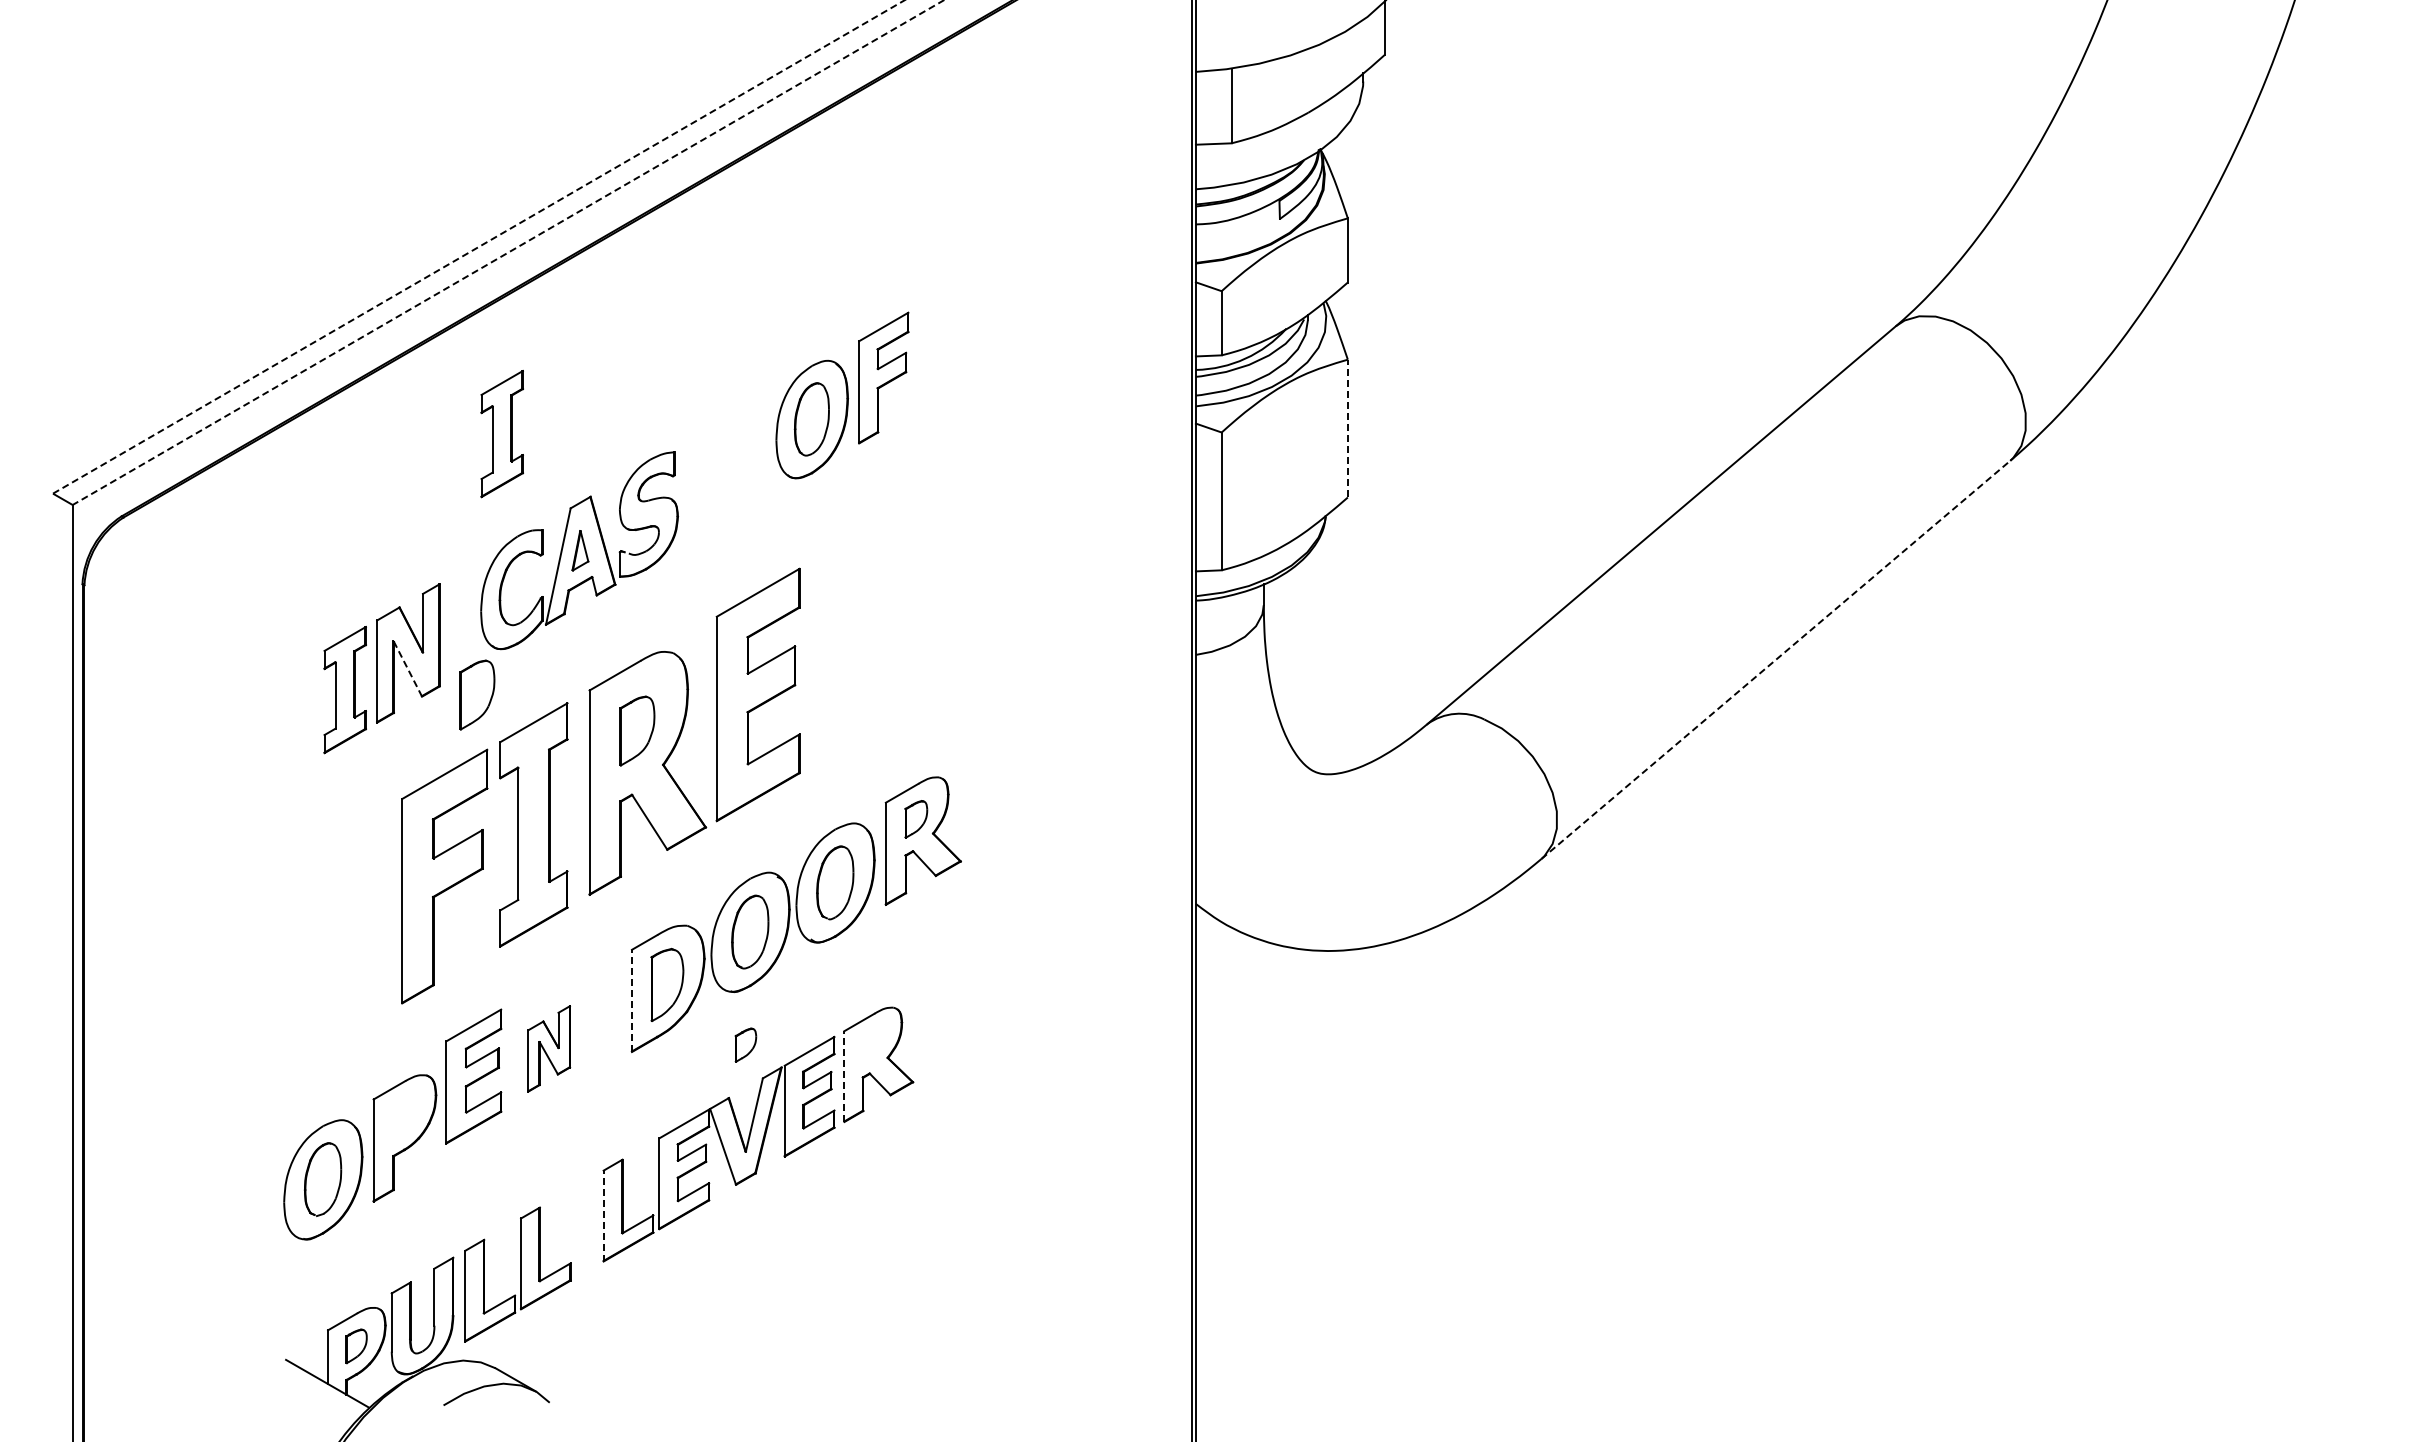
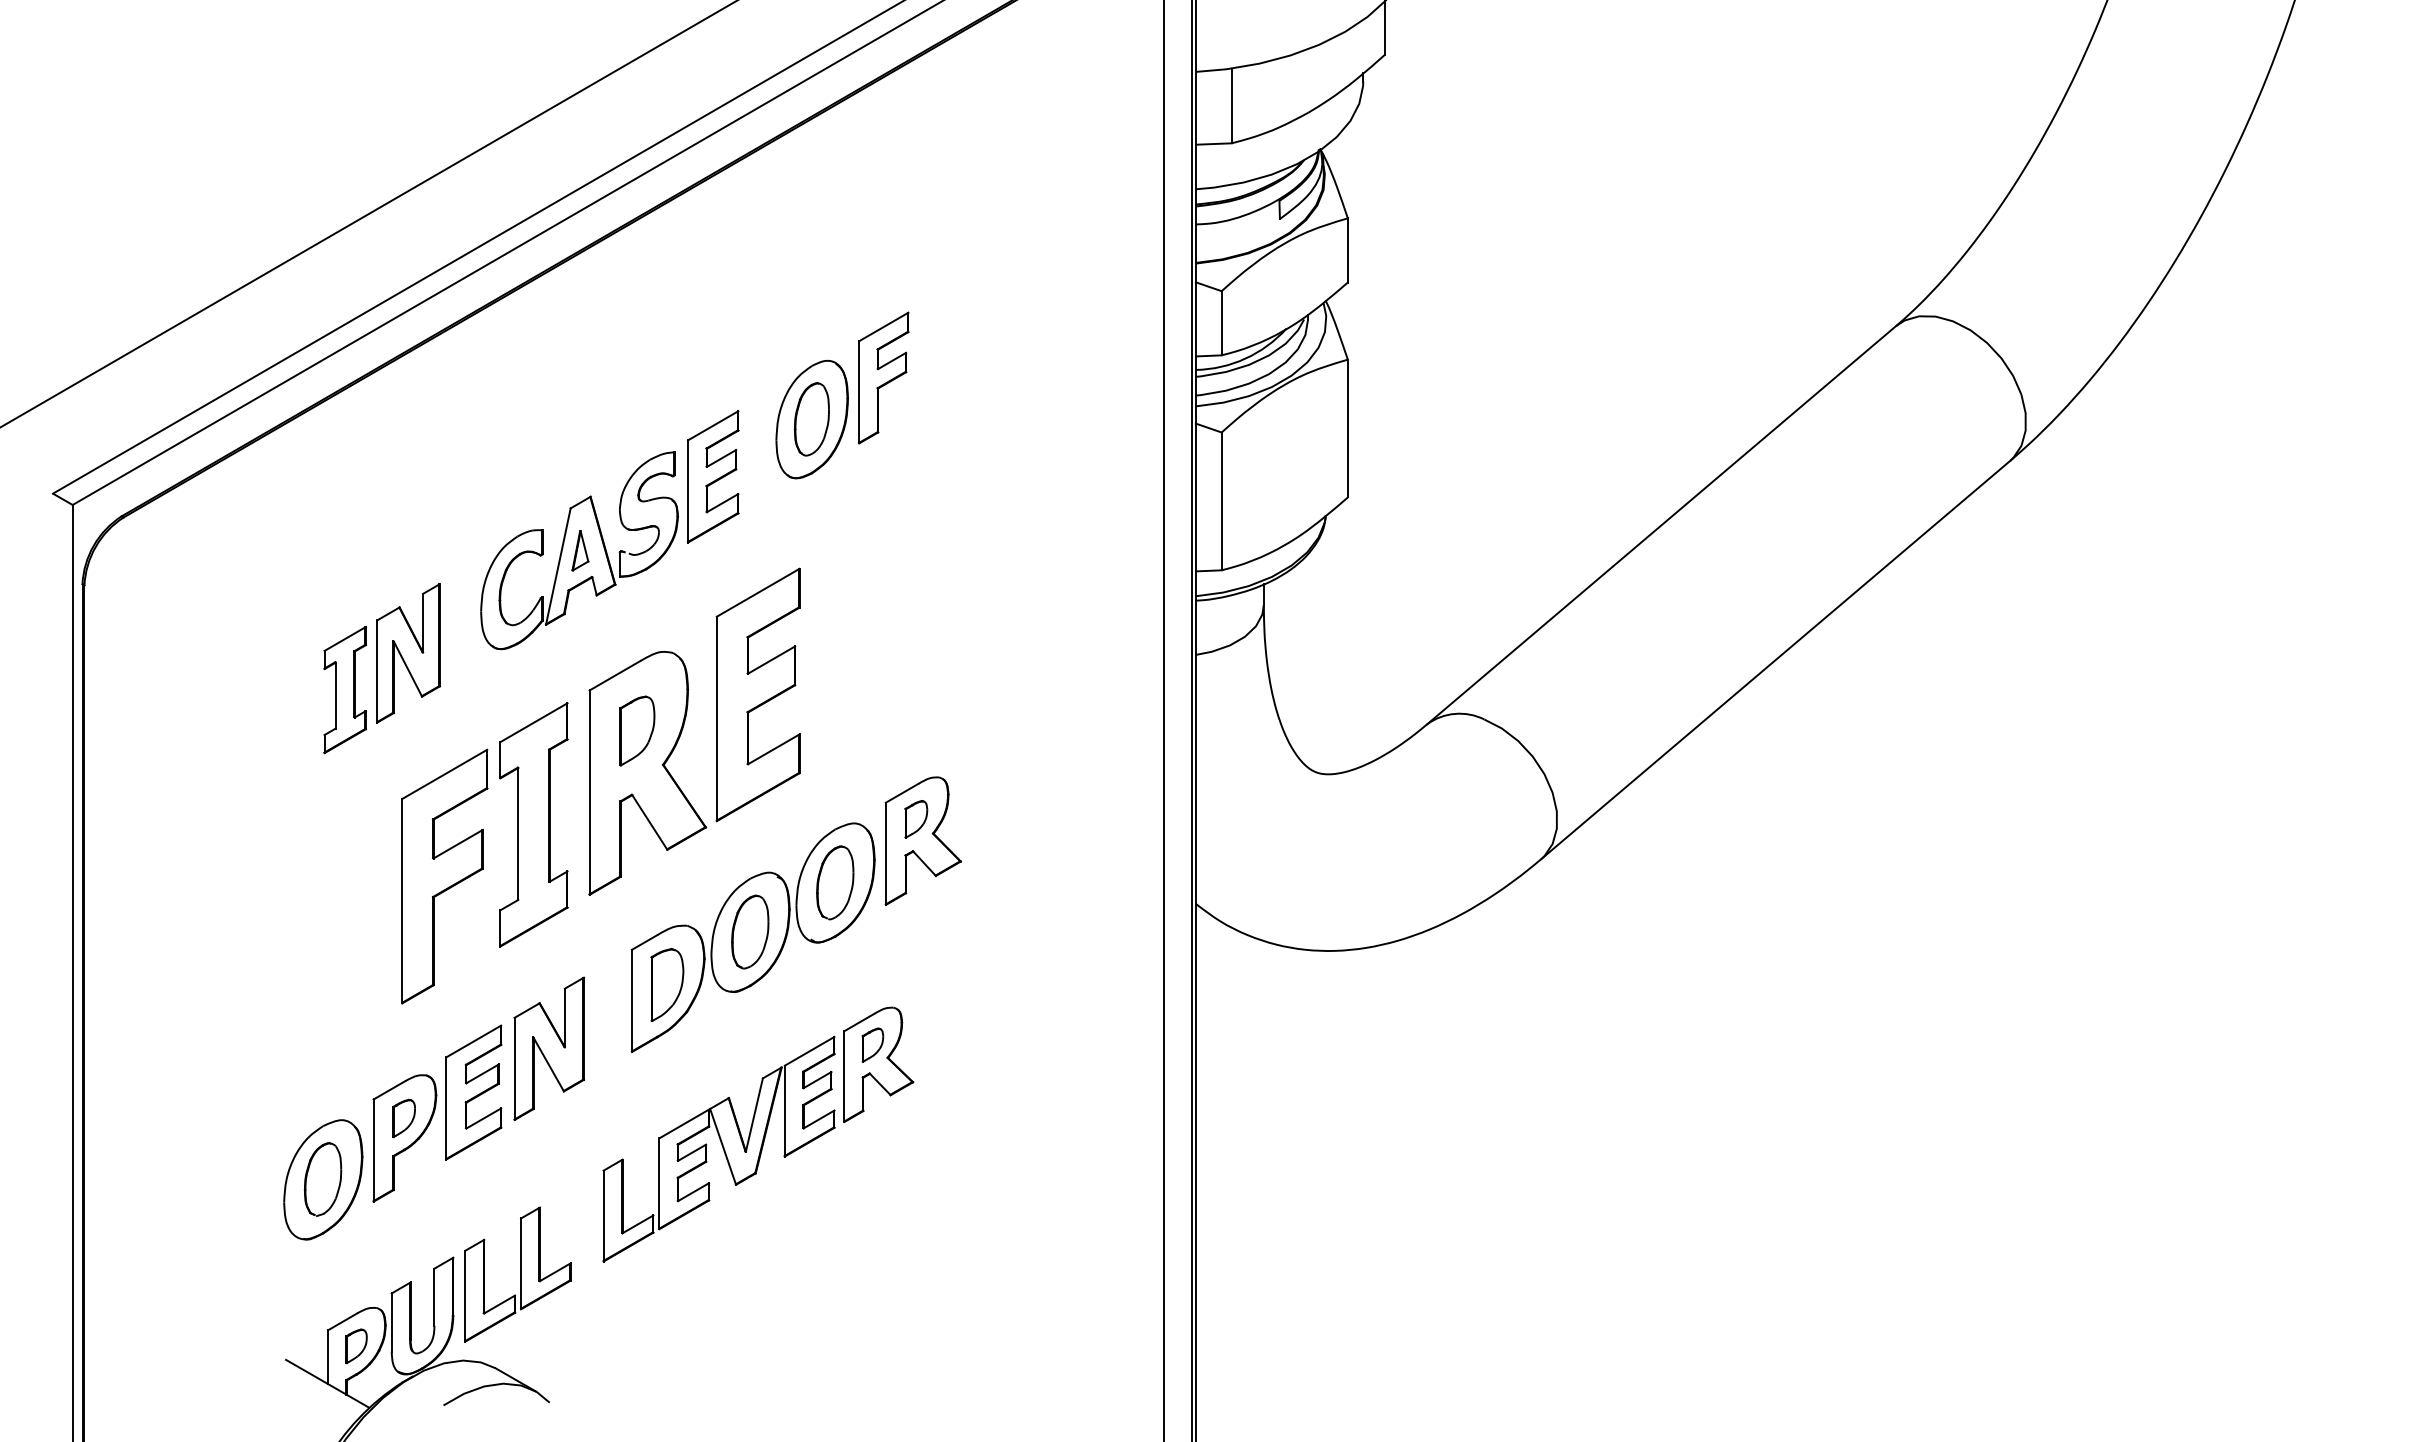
line at (368, 214): none -> present
line at (479, 246): dashed -> solid
line at (507, 252): dashed -> solid
line at (1347, 428): dashed -> solid
part at (501, 434): present -> none
part at (713, 476): none -> present
line at (1775, 659): dashed -> solid
line at (408, 669): dashed -> solid
part at (477, 694): present -> none
line at (1164, 720): none -> present
line at (632, 1000): dashed -> solid
part at (745, 1044) position: (745, 1044) -> (872, 1044)
part at (549, 1048) size: 45x88 px -> 72x146 px
part at (473, 1076) position: (473, 1076) -> (473, 1092)
line at (844, 1076): dashed -> solid
part at (403, 1118): none -> present
line at (603, 1215): dashed -> solid
